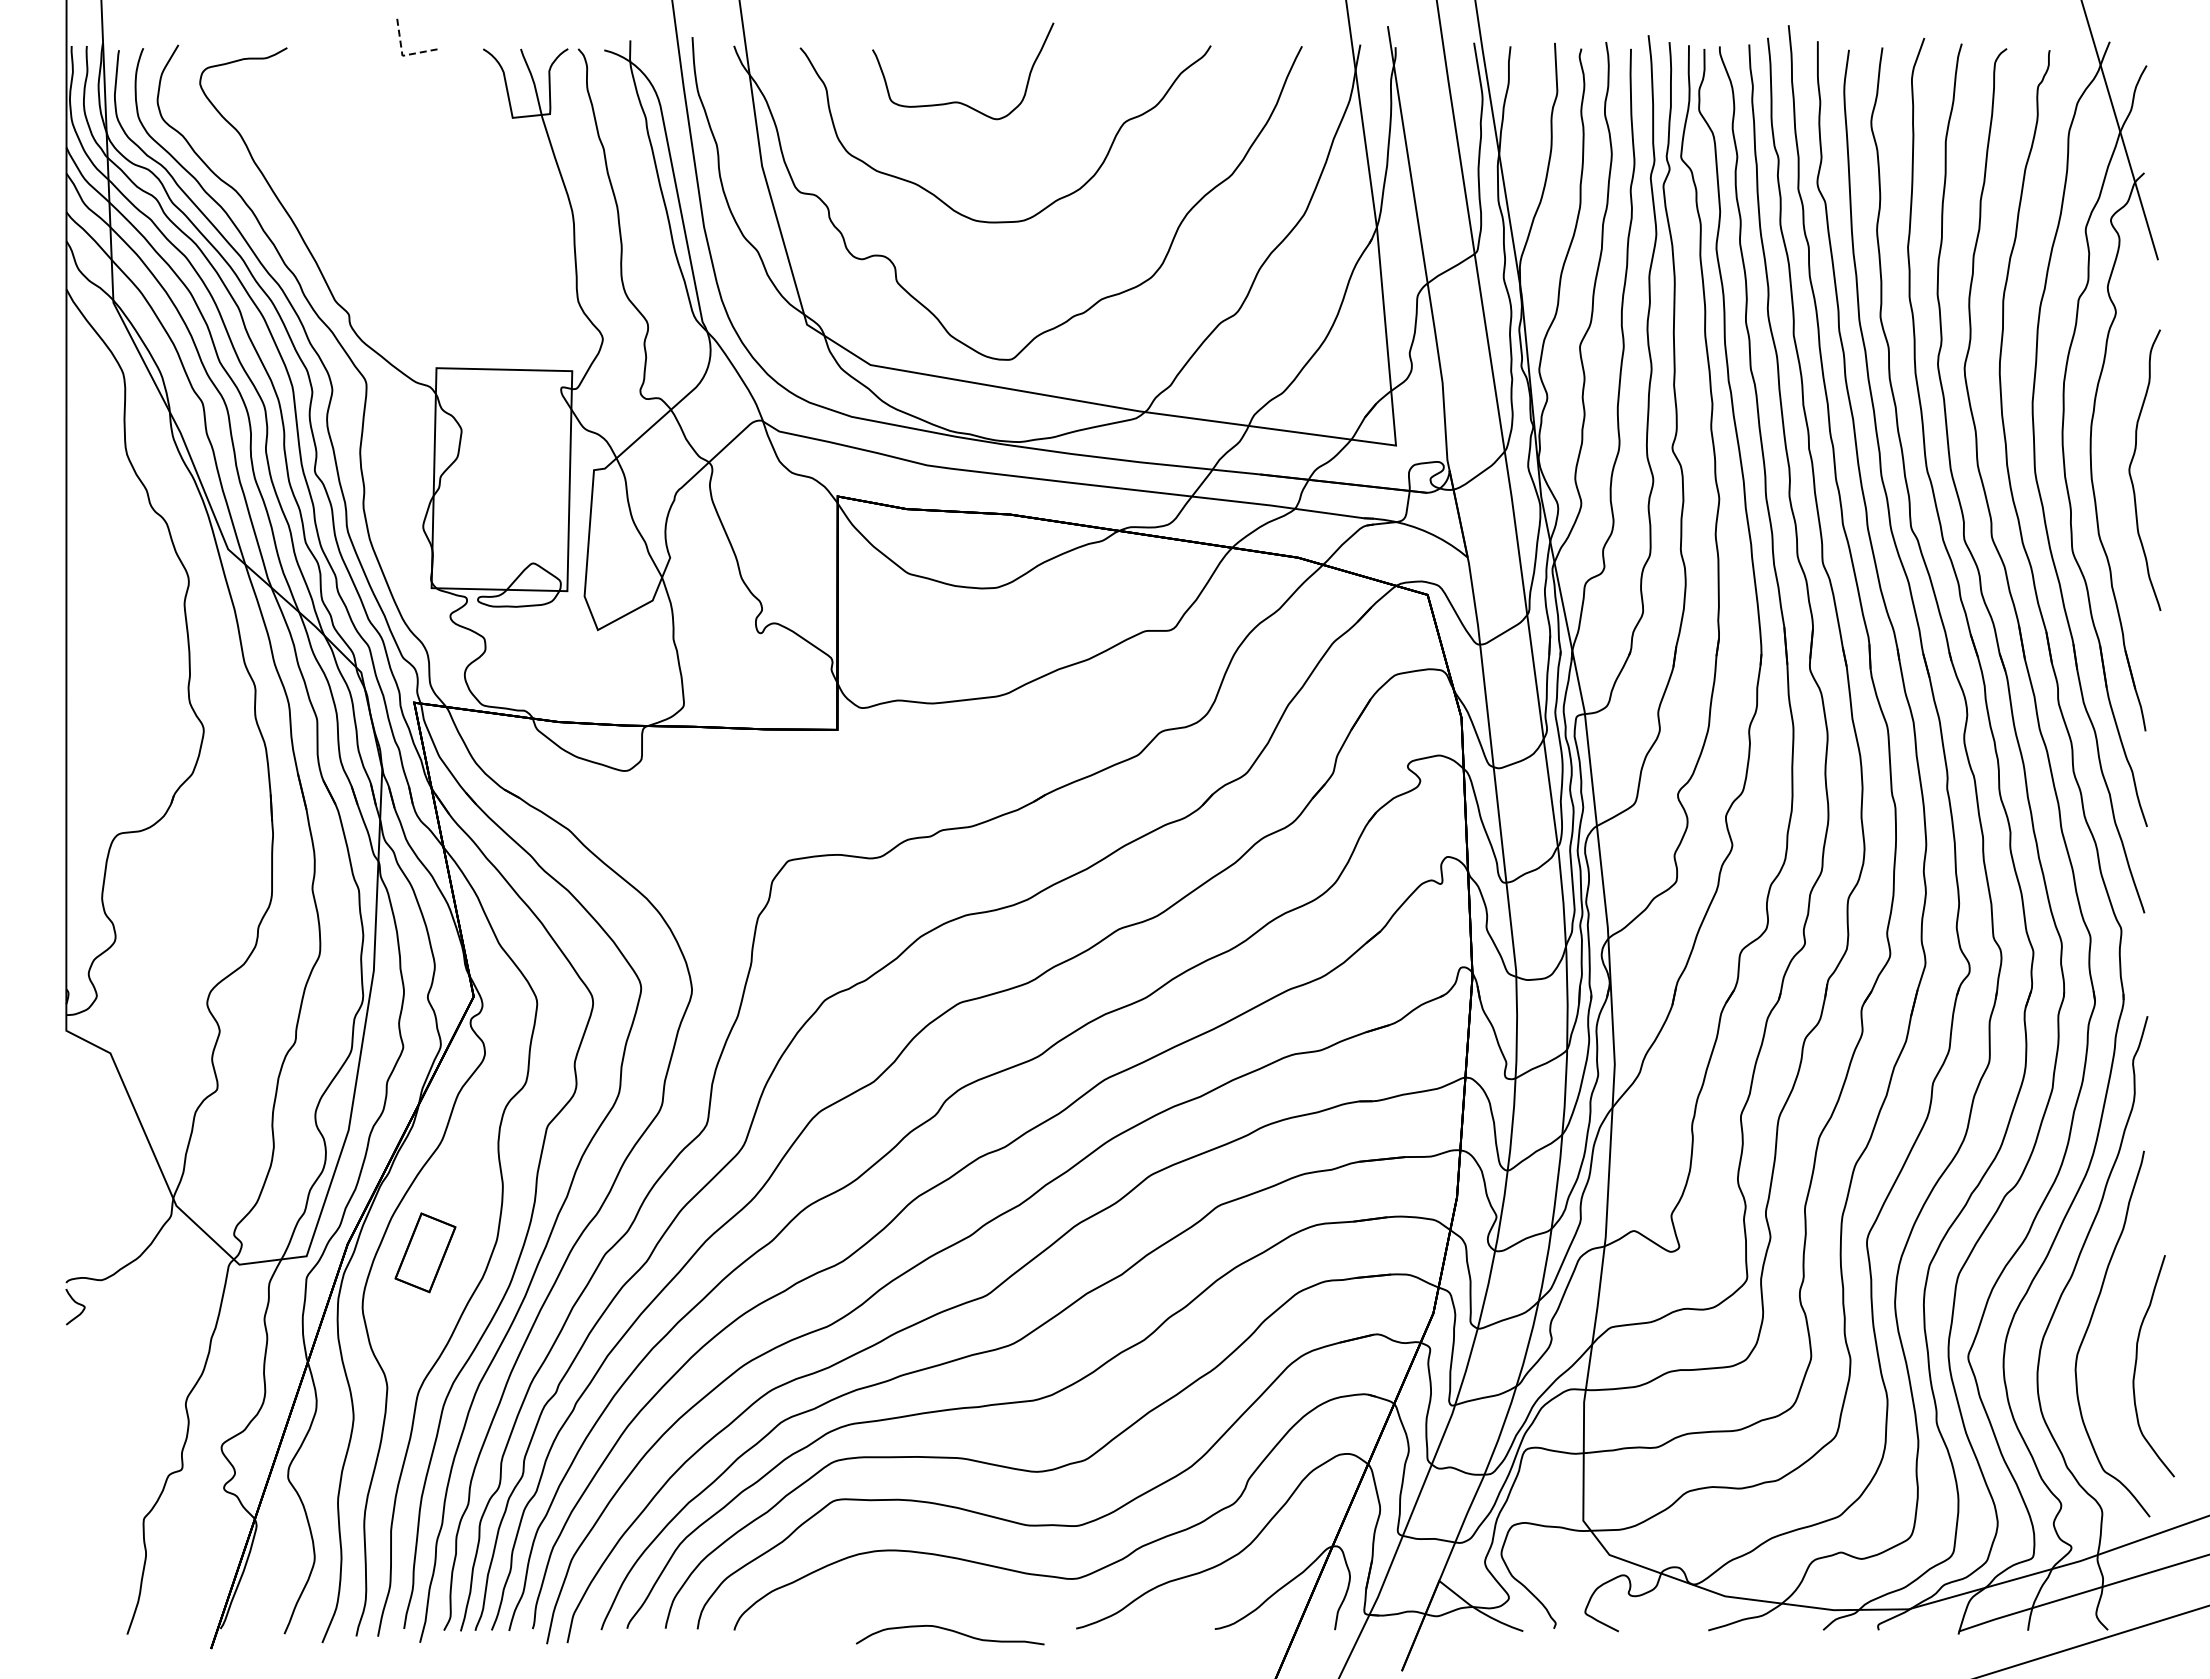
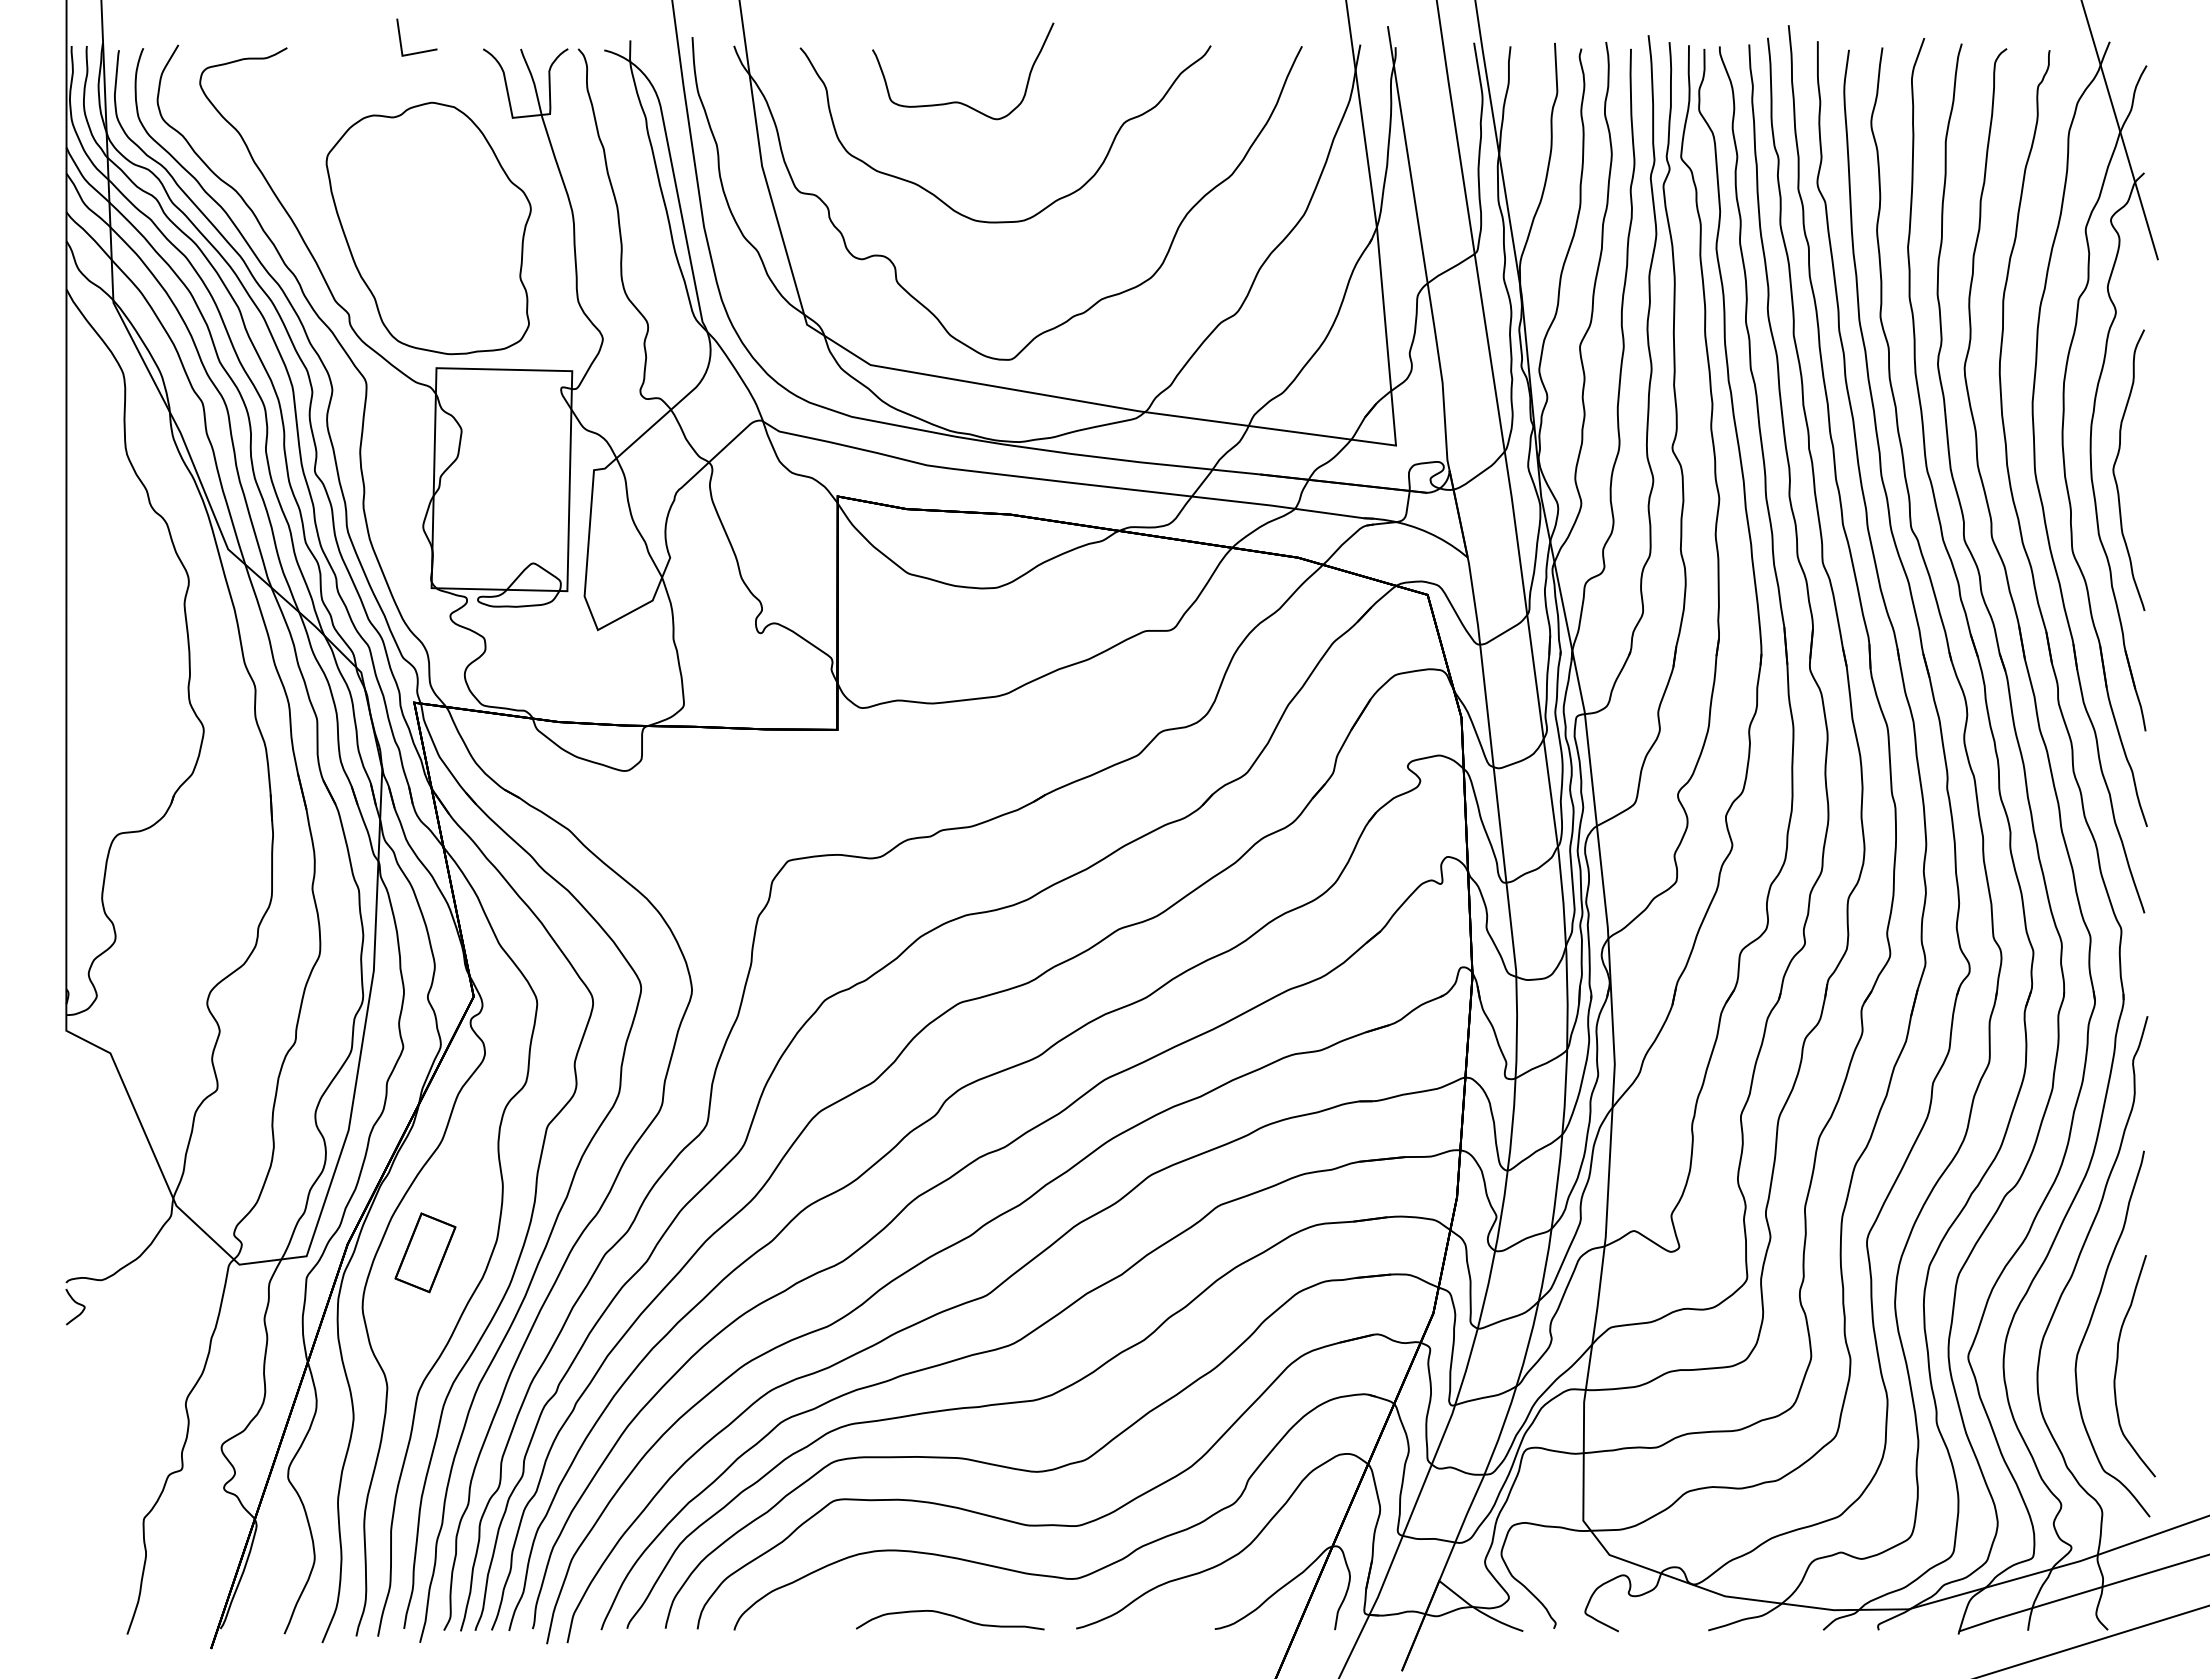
line at (402, 54): dashed -> solid
part at (428, 228): none -> present
curve at (2131, 465) position: (2131, 465) -> (2115, 465)
curve at (2136, 1366) position: (2136, 1366) -> (2117, 1366)
curve at (950, 1631) position: (950, 1631) -> (950, 1616)
